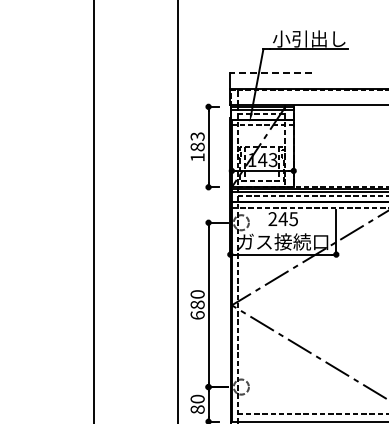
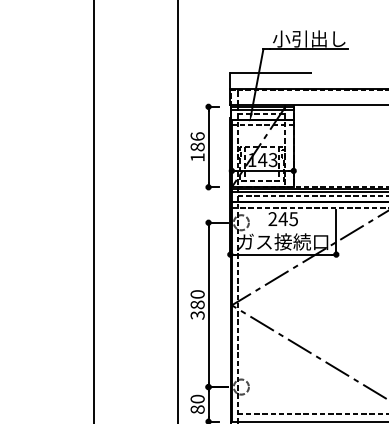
line at (271, 72): dashed -> solid
text at (197, 136): 183 -> 186
text at (197, 315): 680 -> 380
